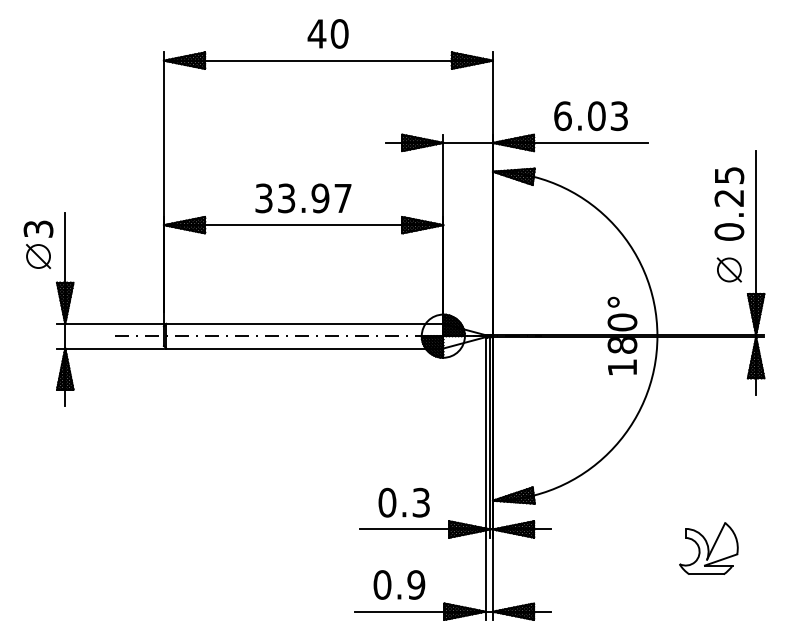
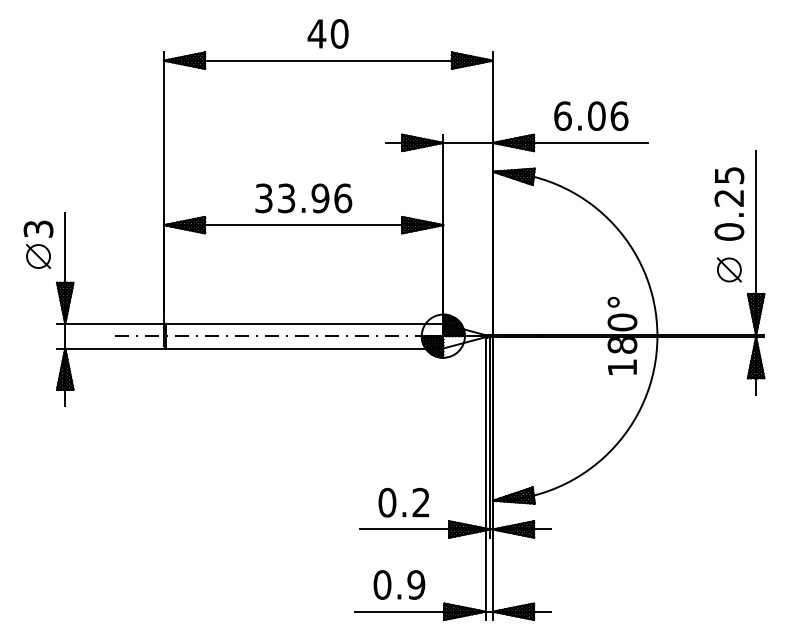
text at (619, 116): 6.03 -> 6.06
text at (343, 198): 33.97 -> 33.96
text at (420, 502): 0.3 -> 0.2
part at (708, 548): present -> none
